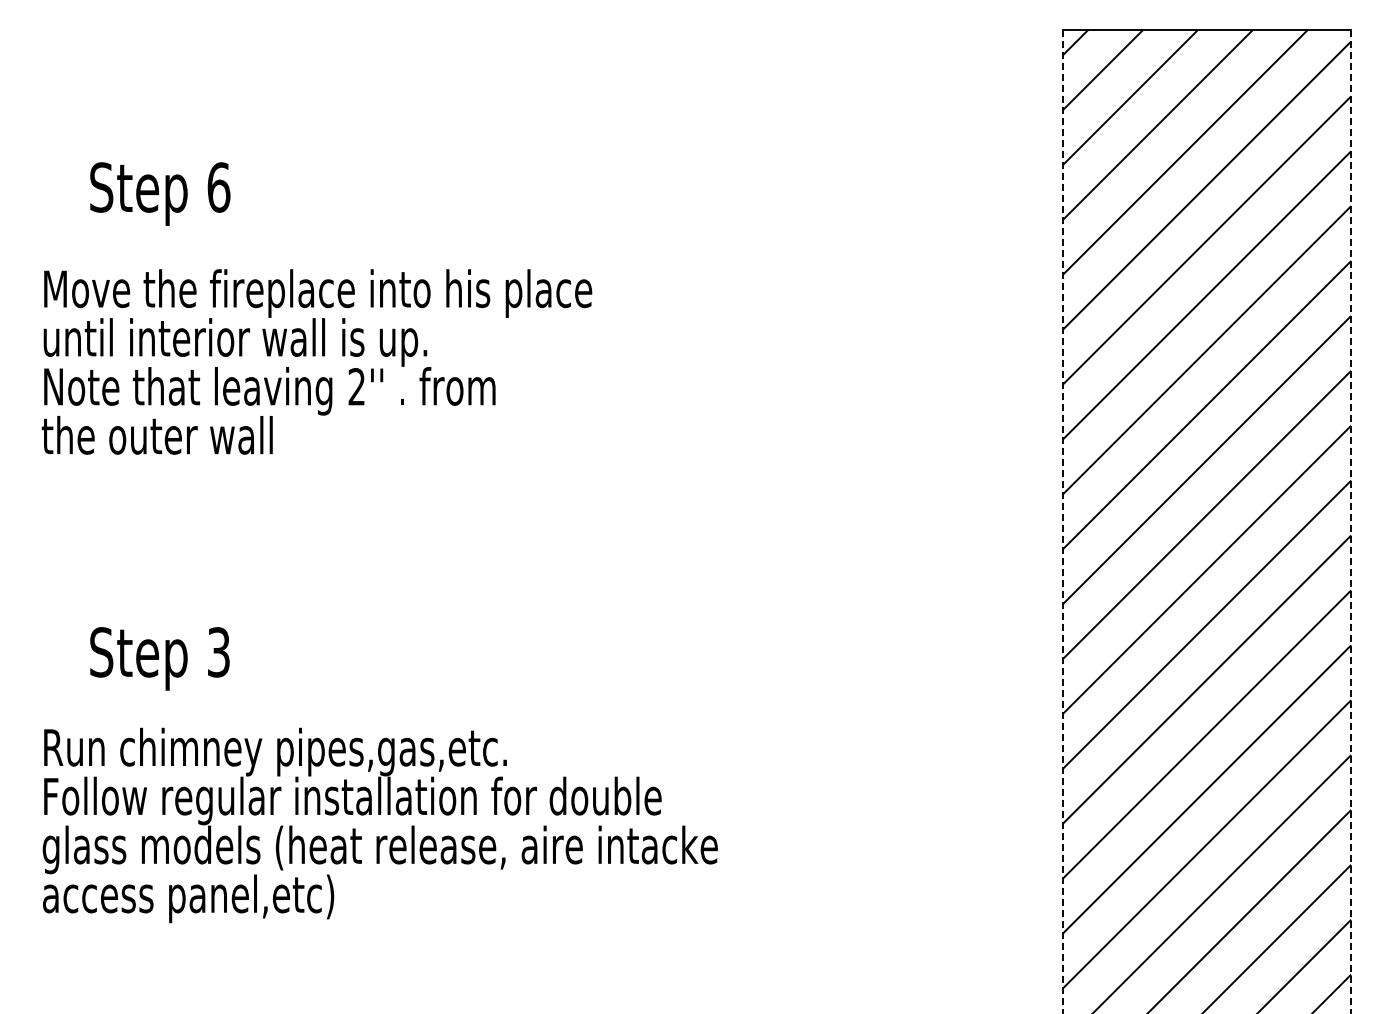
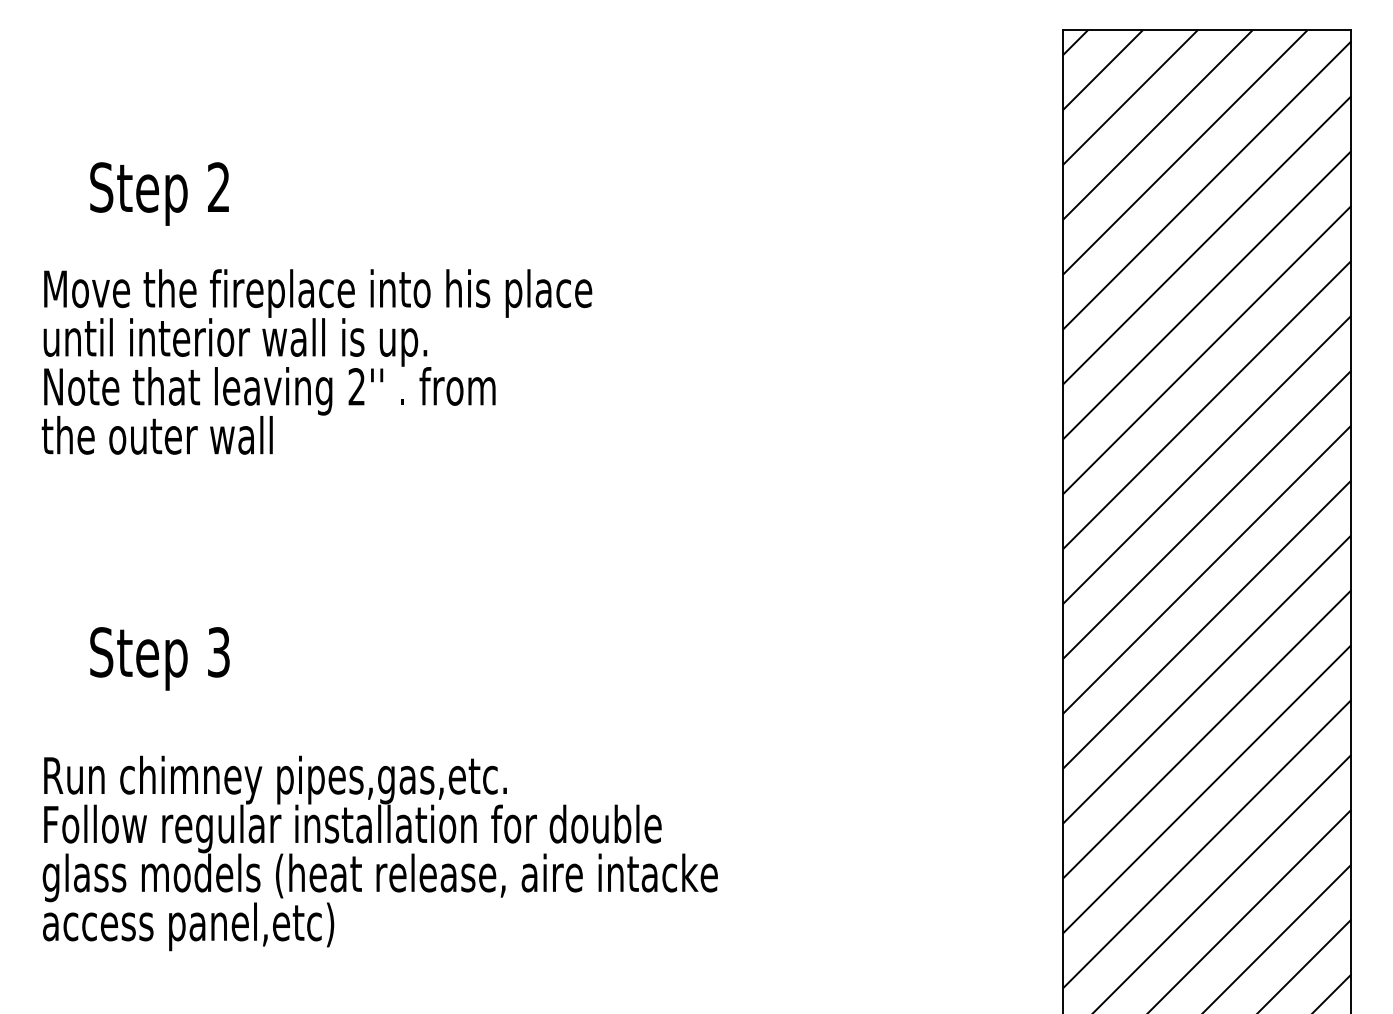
text at (218, 187): 6 -> 2
line at (1063, 522): dashed -> solid
line at (1351, 522): dashed -> solid
text at (379, 825) position: (379, 825) -> (379, 853)
